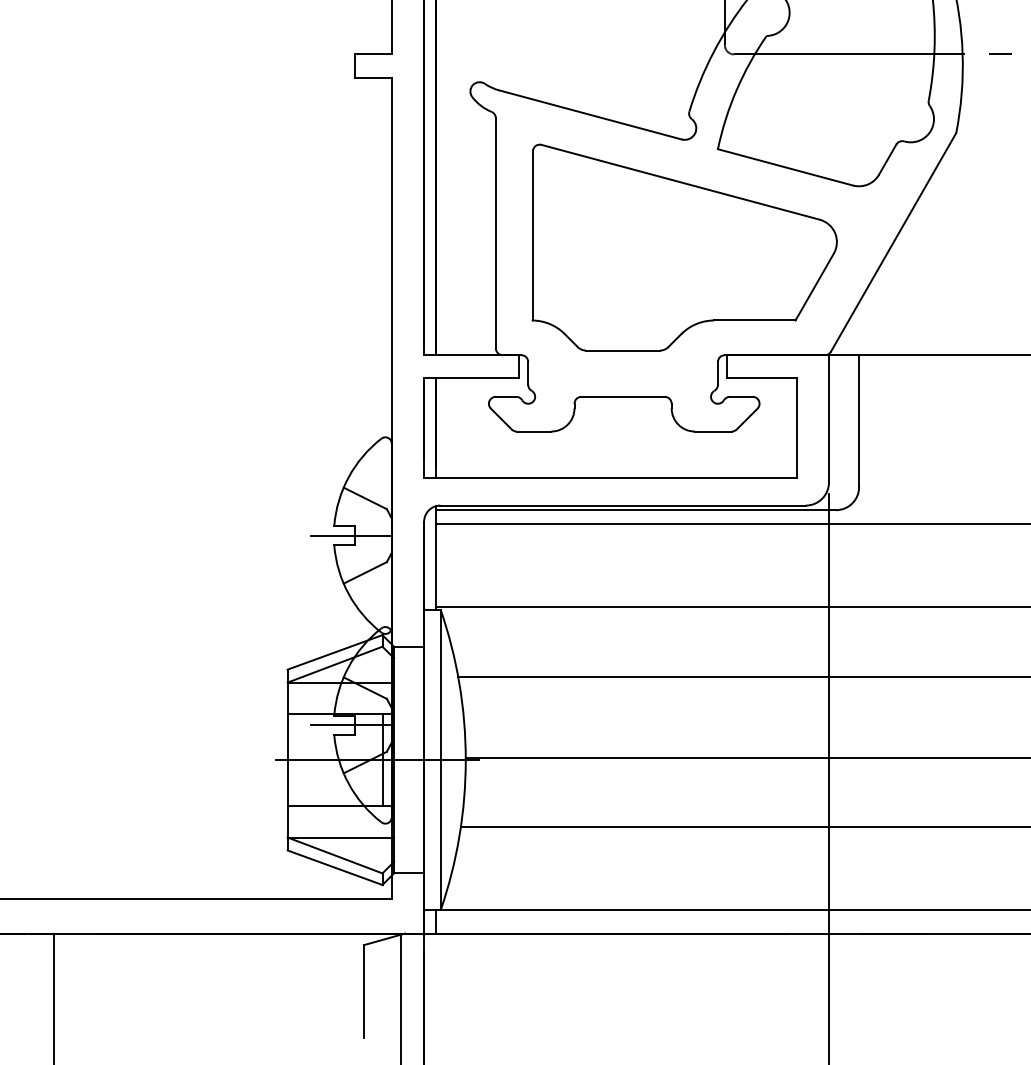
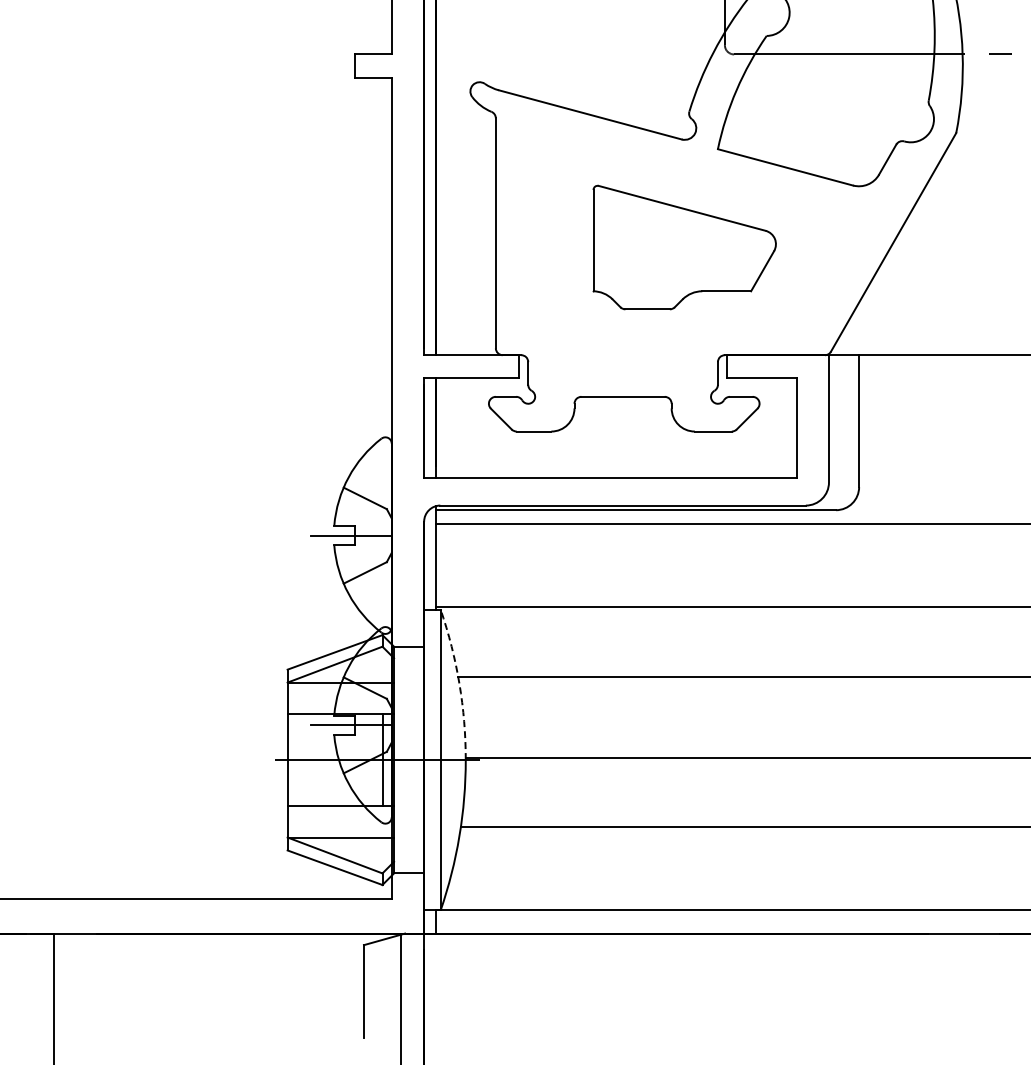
part at (684, 247) size: 307x209 px -> 185x127 px
arc at (459, 683): solid -> dashed
line at (828, 777): present -> none
